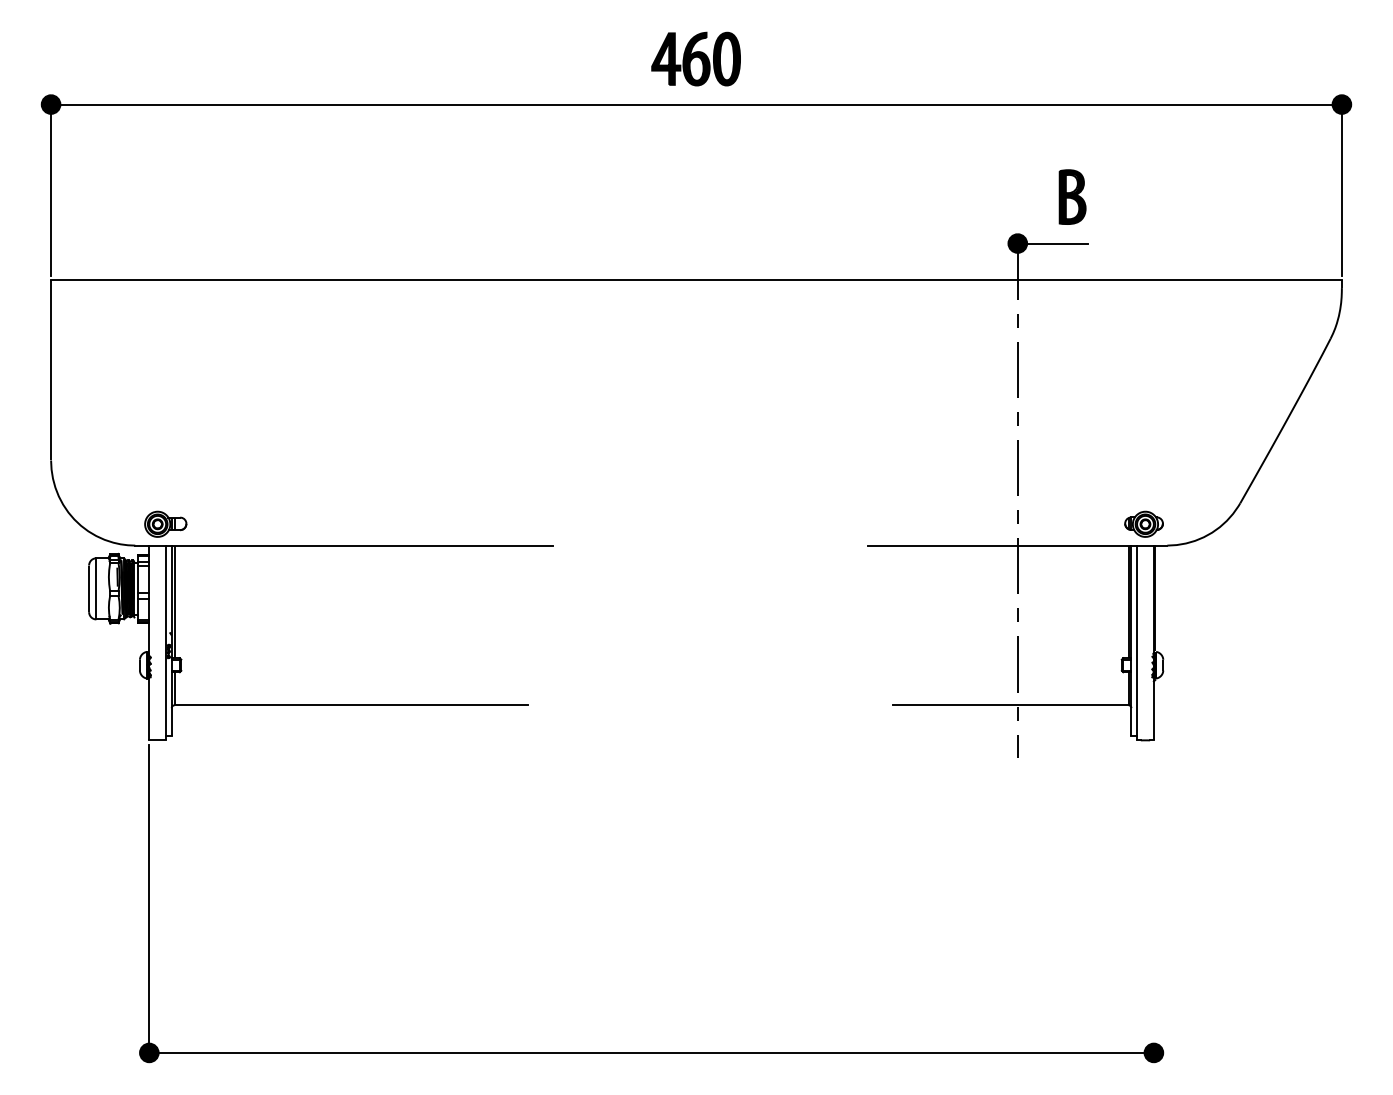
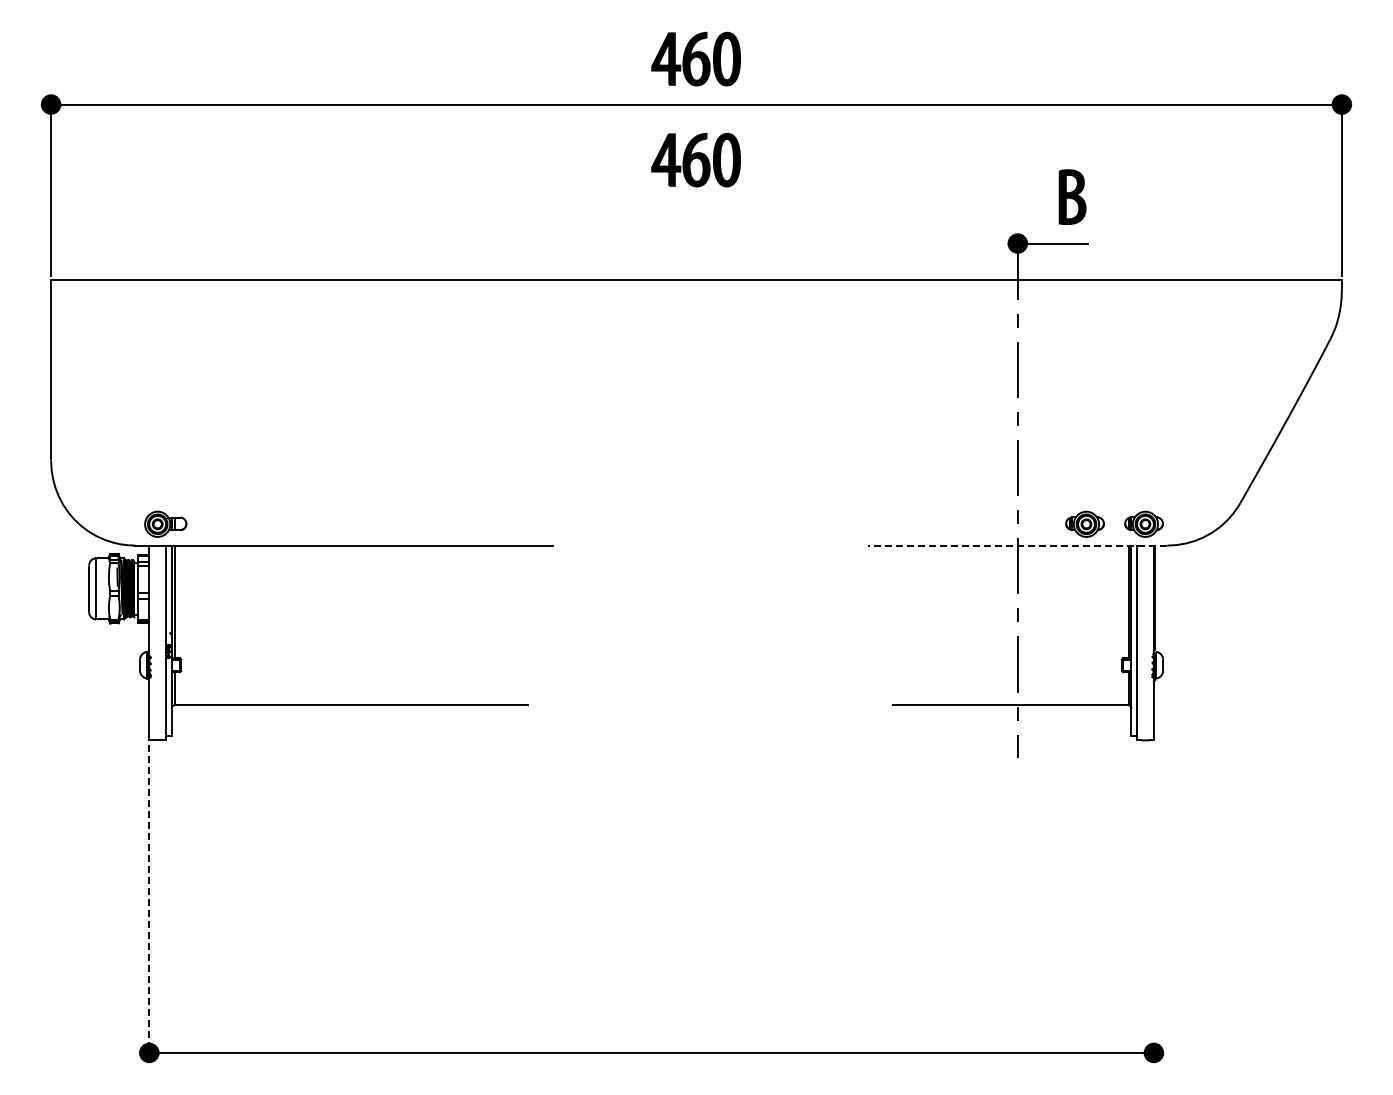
part at (695, 159): none -> present
part at (1084, 523): none -> present
line at (1017, 545): solid -> dashed
line at (149, 899): solid -> dashed
